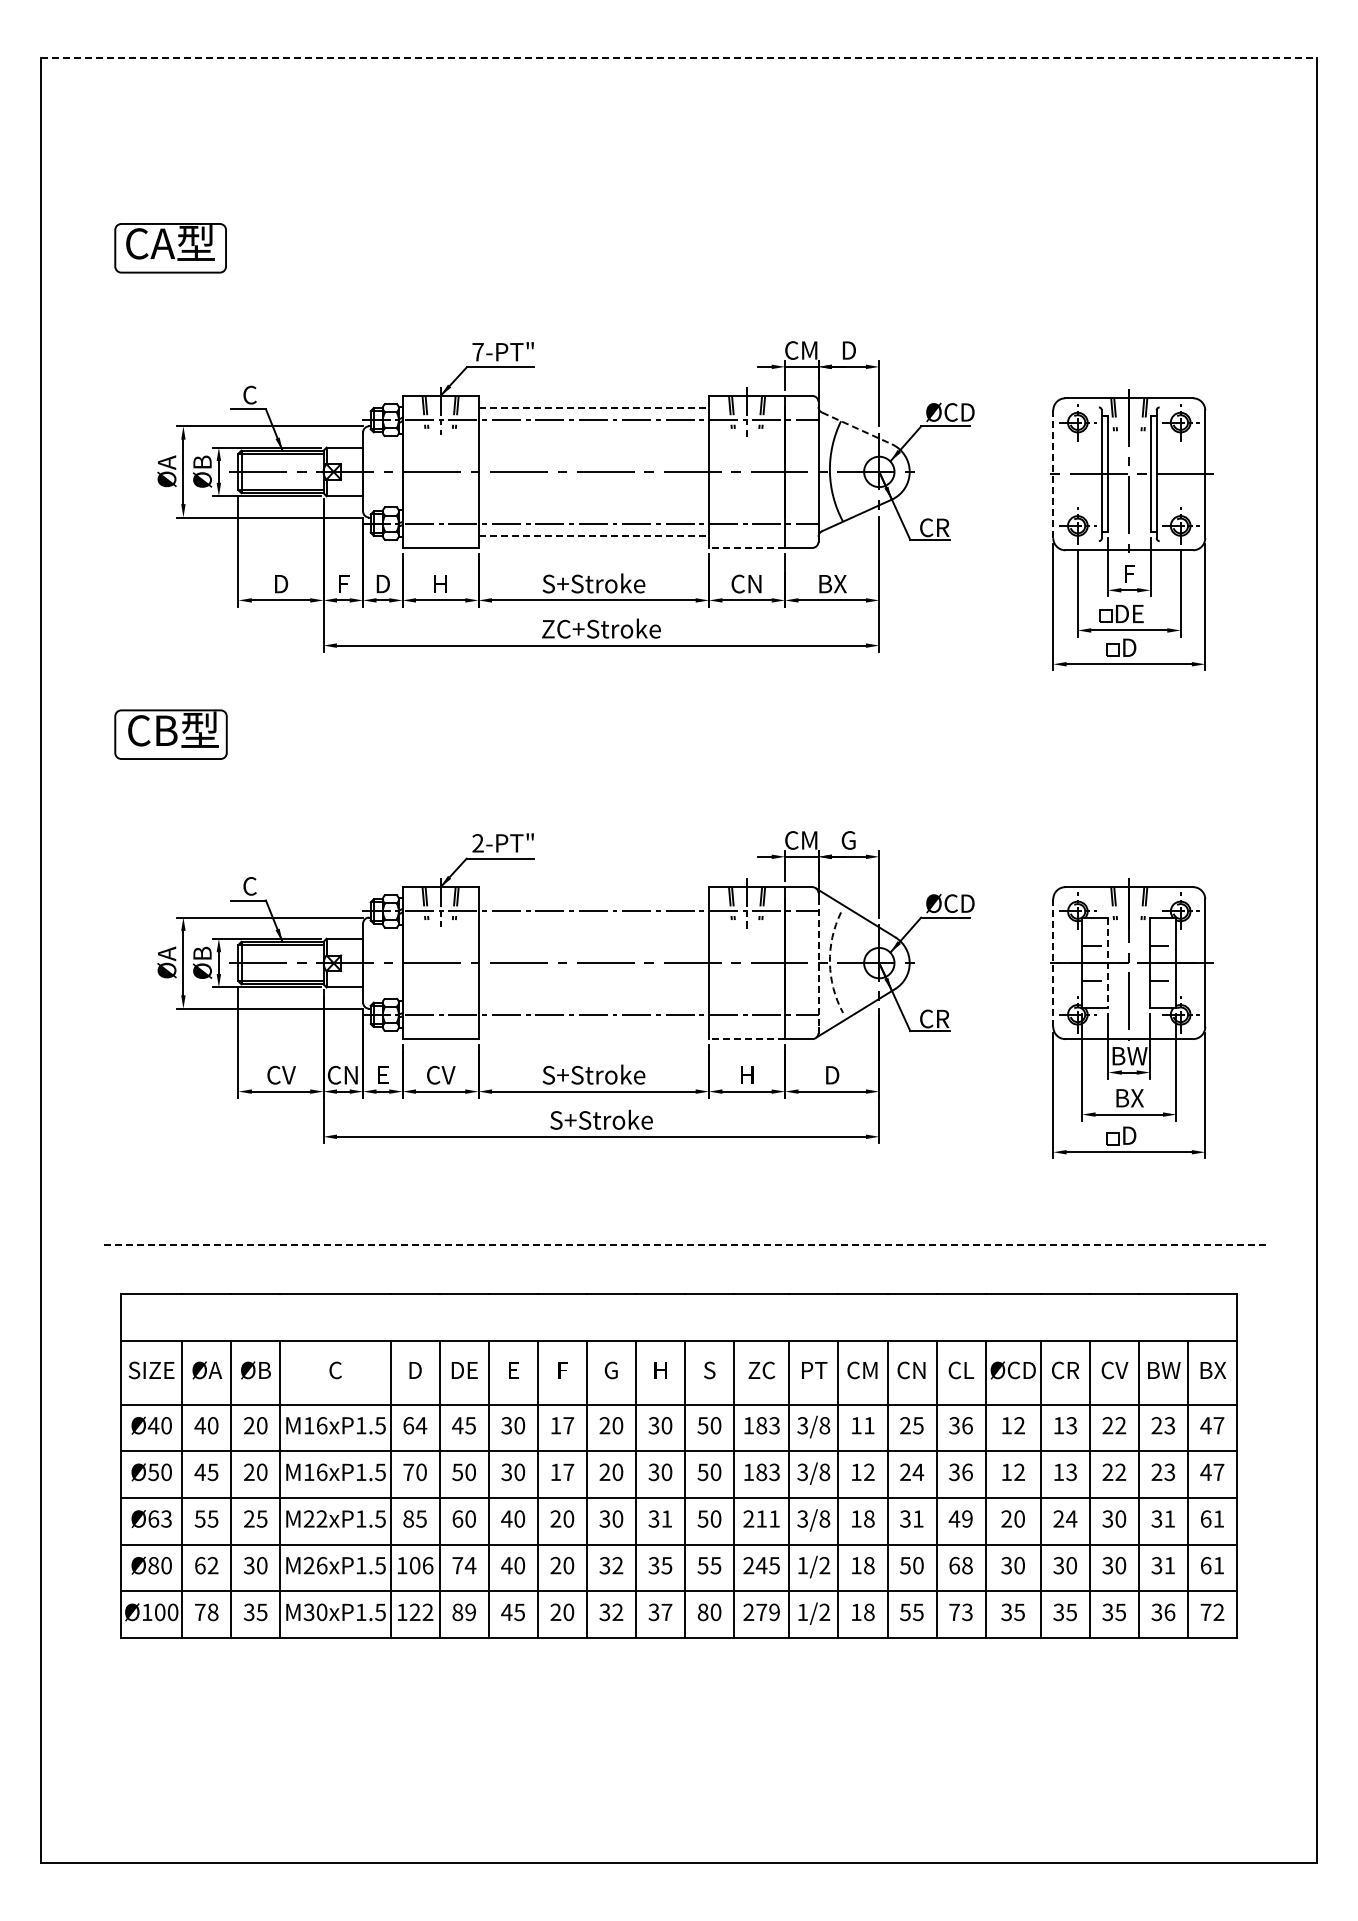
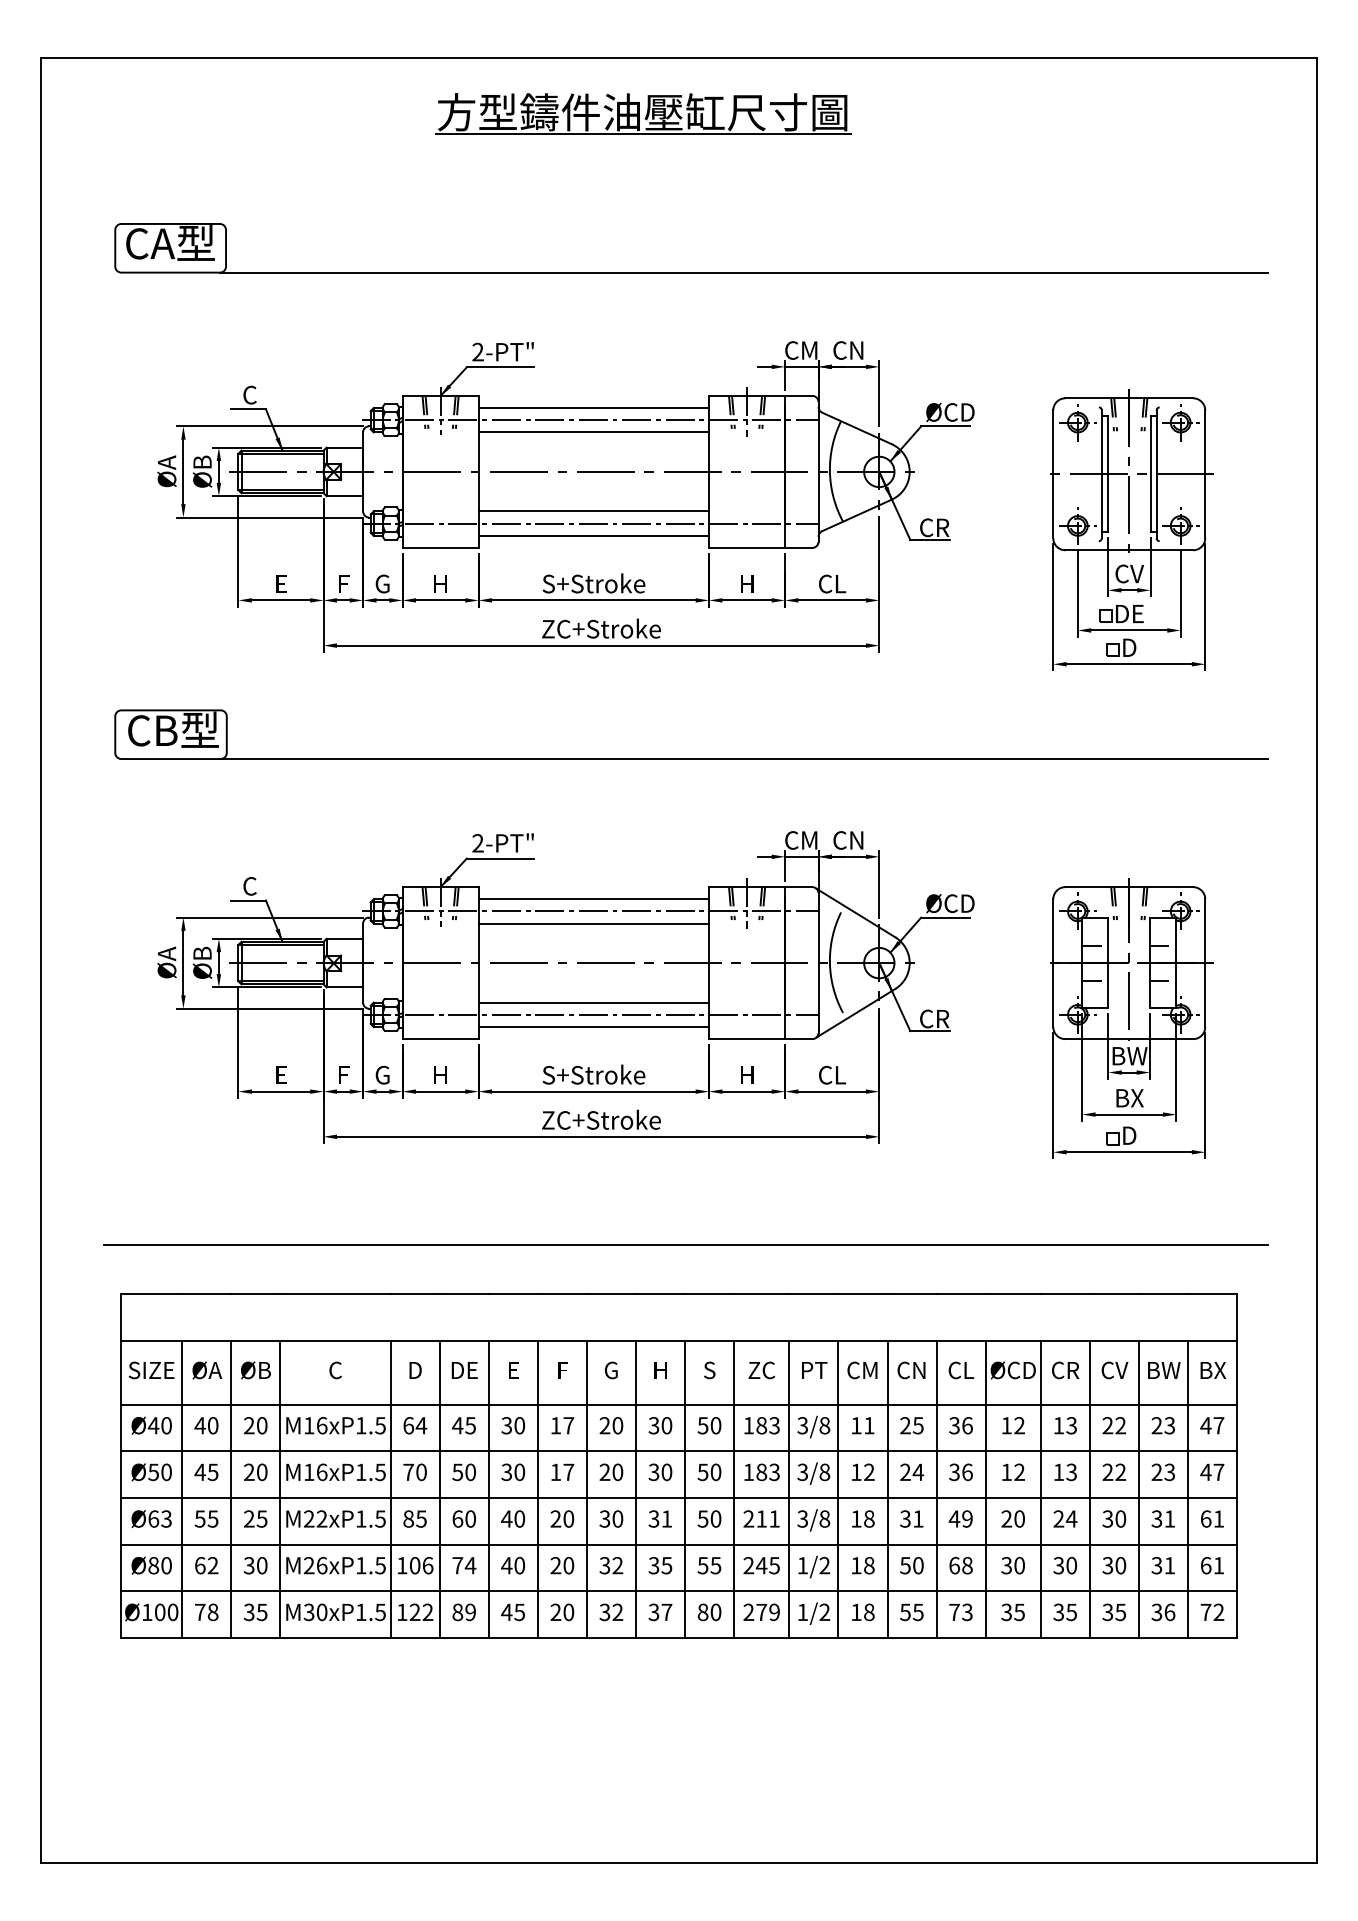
line at (679, 57): dashed -> solid
part at (643, 113): none -> present
line at (743, 272): none -> present
text at (848, 350): D -> CN
text at (477, 351): 7-PT" -> 2-PT"
line at (594, 408): dashed -> solid
line at (857, 428): dashed -> solid
line at (593, 432): none -> present
line at (1053, 474): dashed -> solid
line at (593, 511): none -> present
line at (594, 535): dashed -> solid
line at (747, 547): dashed -> solid
text at (1129, 573): F -> CV
text at (382, 583): D -> G
text at (746, 583): CN -> H
text at (832, 583): BX -> CL
text at (281, 584): D -> E
line at (744, 759): none -> present
text at (848, 840): G -> CN
line at (593, 899): none -> present
line at (593, 923): none -> present
arc at (829, 962): dashed -> solid
line at (1053, 963): dashed -> solid
line at (1108, 963): dashed -> solid
line at (818, 964): dashed -> solid
line at (593, 1002): none -> present
line at (593, 1026): none -> present
line at (747, 1039): dashed -> solid
text at (281, 1074): CV -> E
text at (342, 1074): CN -> F
text at (382, 1074): E -> G
text at (441, 1074): CV -> H
text at (832, 1074): D -> CL
text at (601, 1119): S+Stroke -> ZC+Stroke
line at (686, 1245): dashed -> solid
